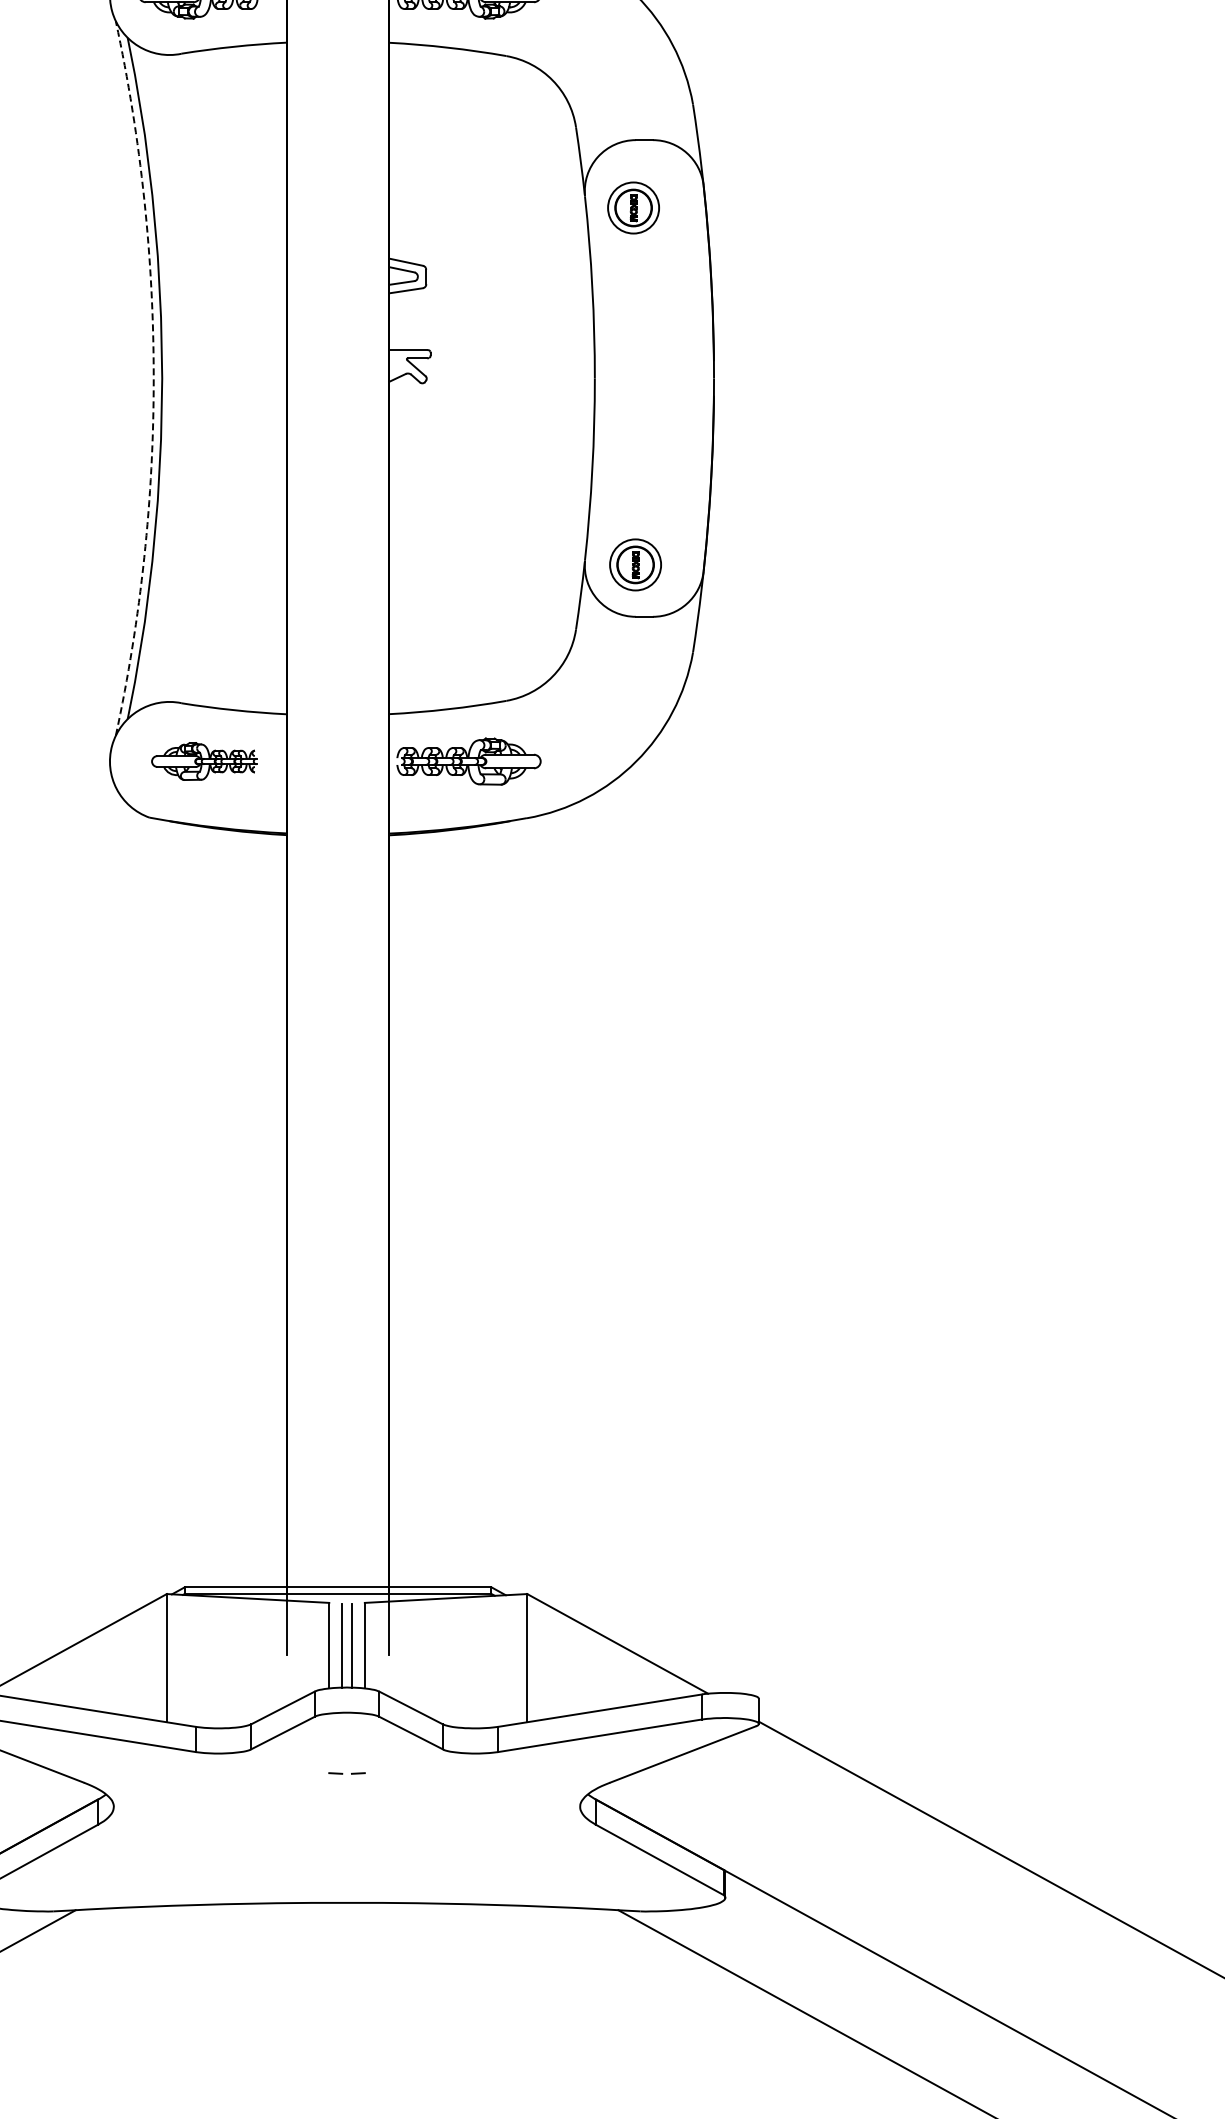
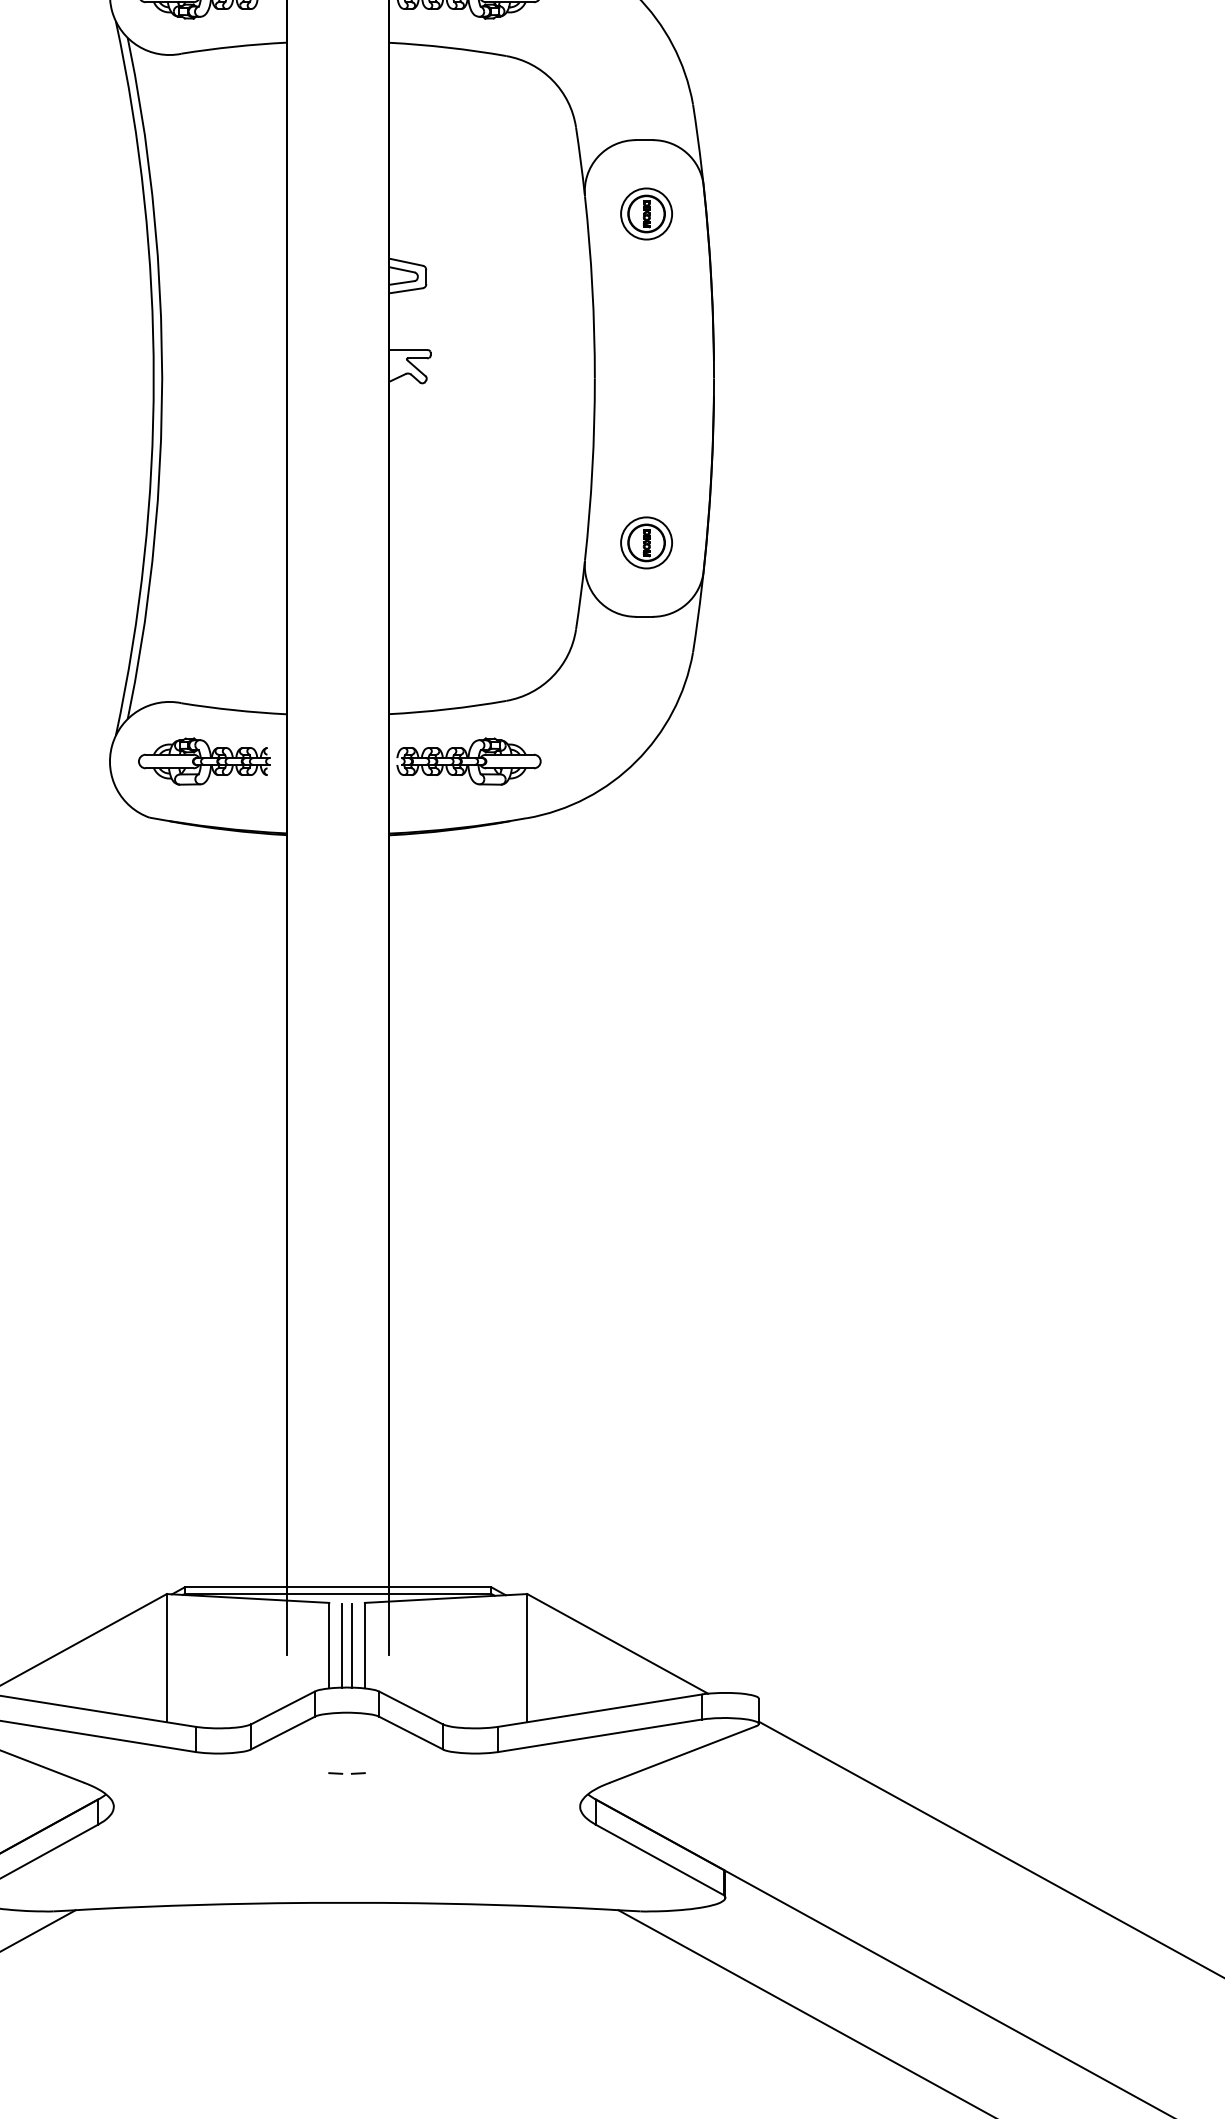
part at (633, 207) position: (633, 207) -> (646, 213)
arc at (153, 378): dashed -> solid
part at (635, 564) position: (635, 564) -> (646, 542)
part at (204, 761) size: 107x39 px -> 133x49 px
